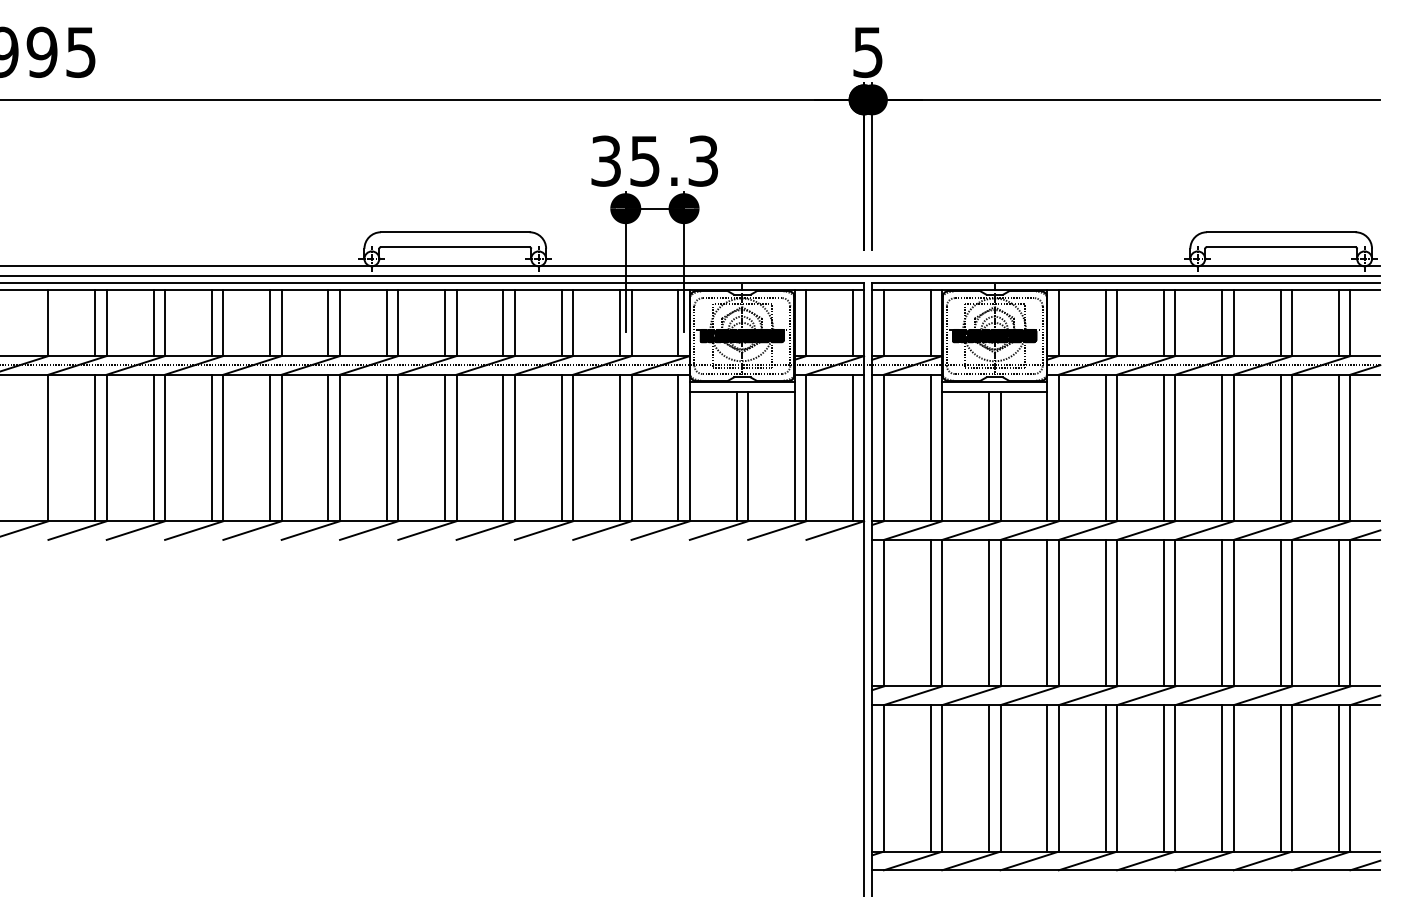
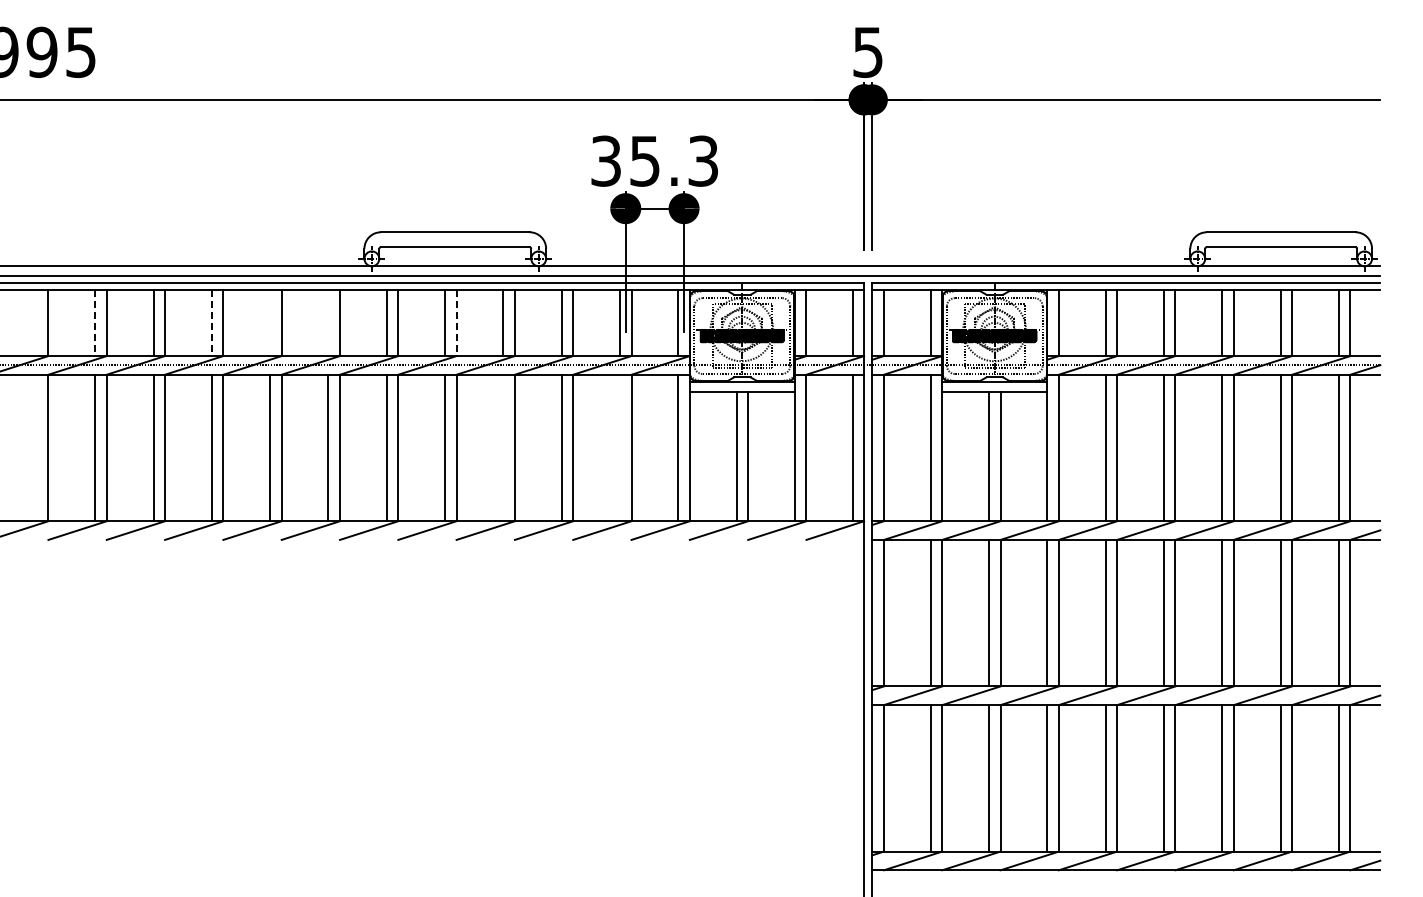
line at (95, 323): solid -> dashed
line at (211, 323): solid -> dashed
line at (270, 323): present -> none
line at (328, 323): present -> none
line at (456, 323): solid -> dashed
line at (503, 447): present -> none
line at (619, 447): present -> none
